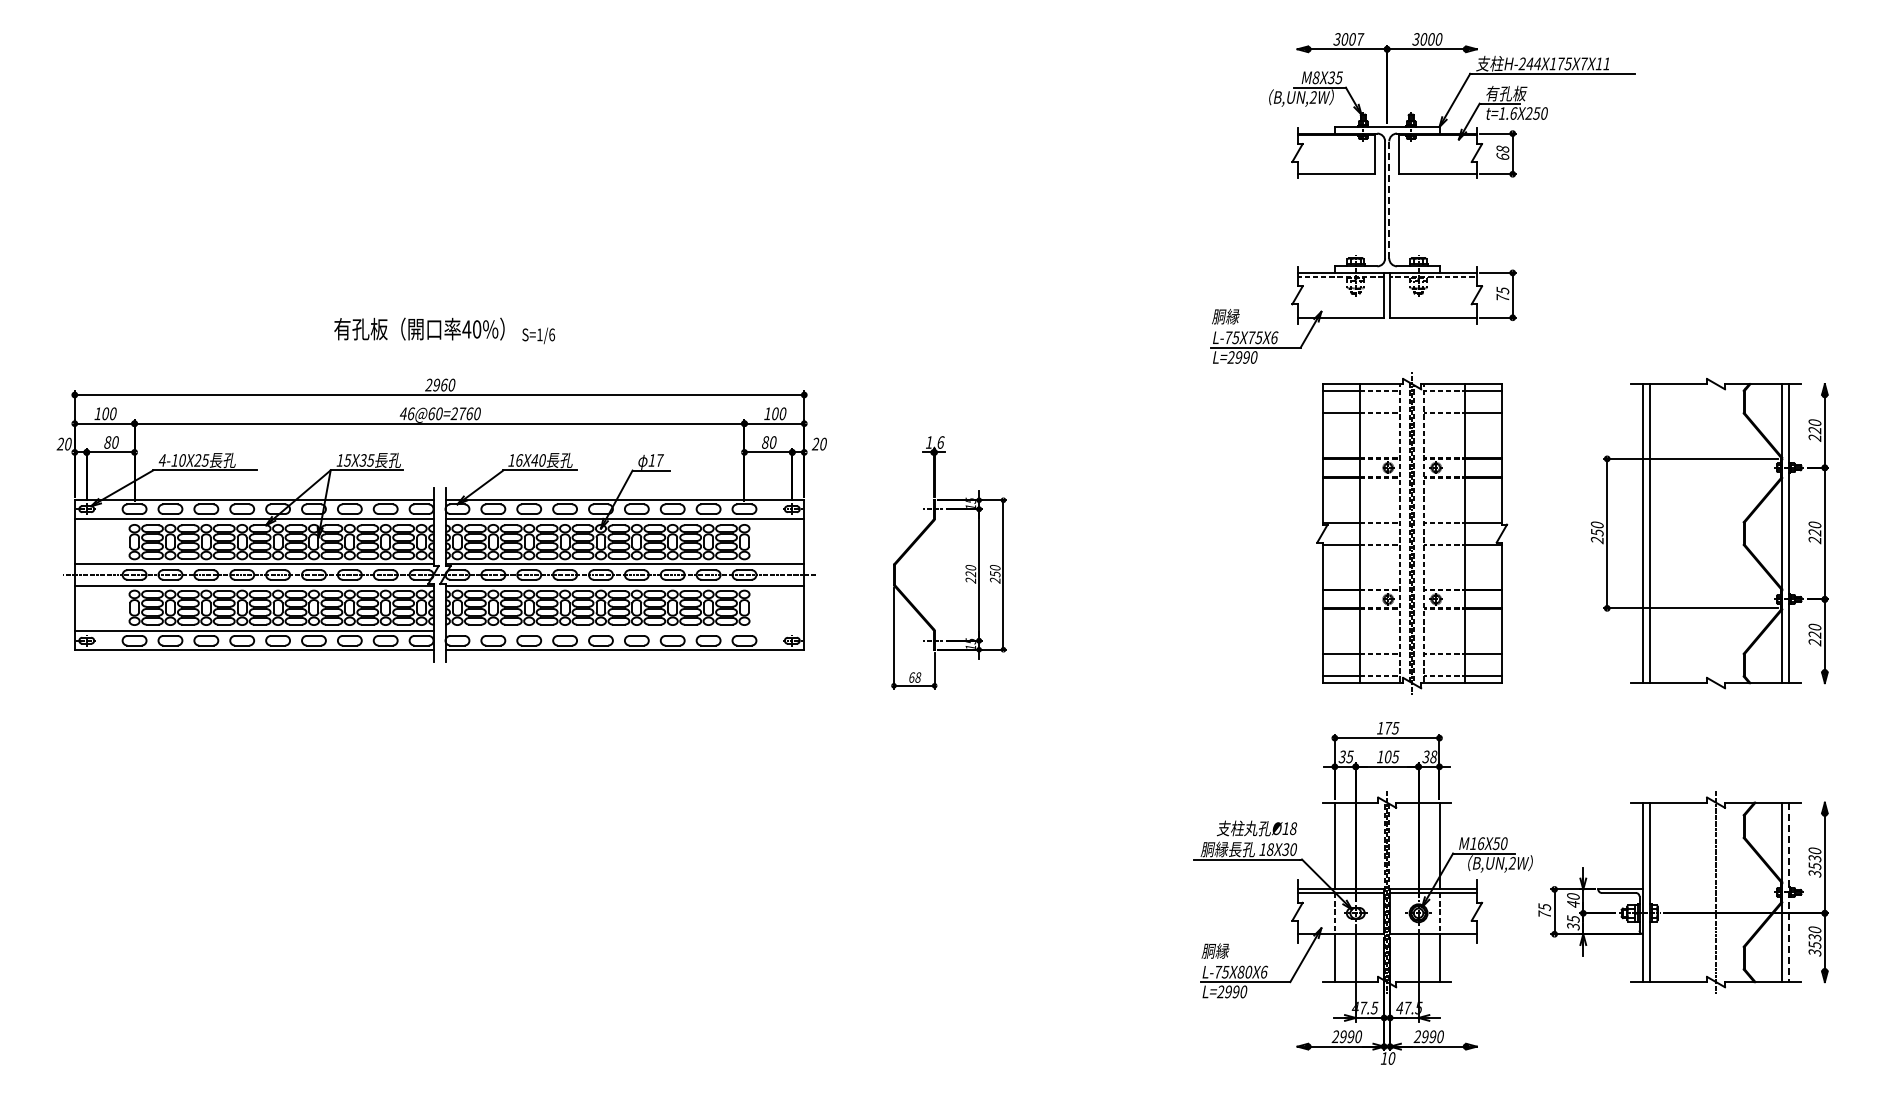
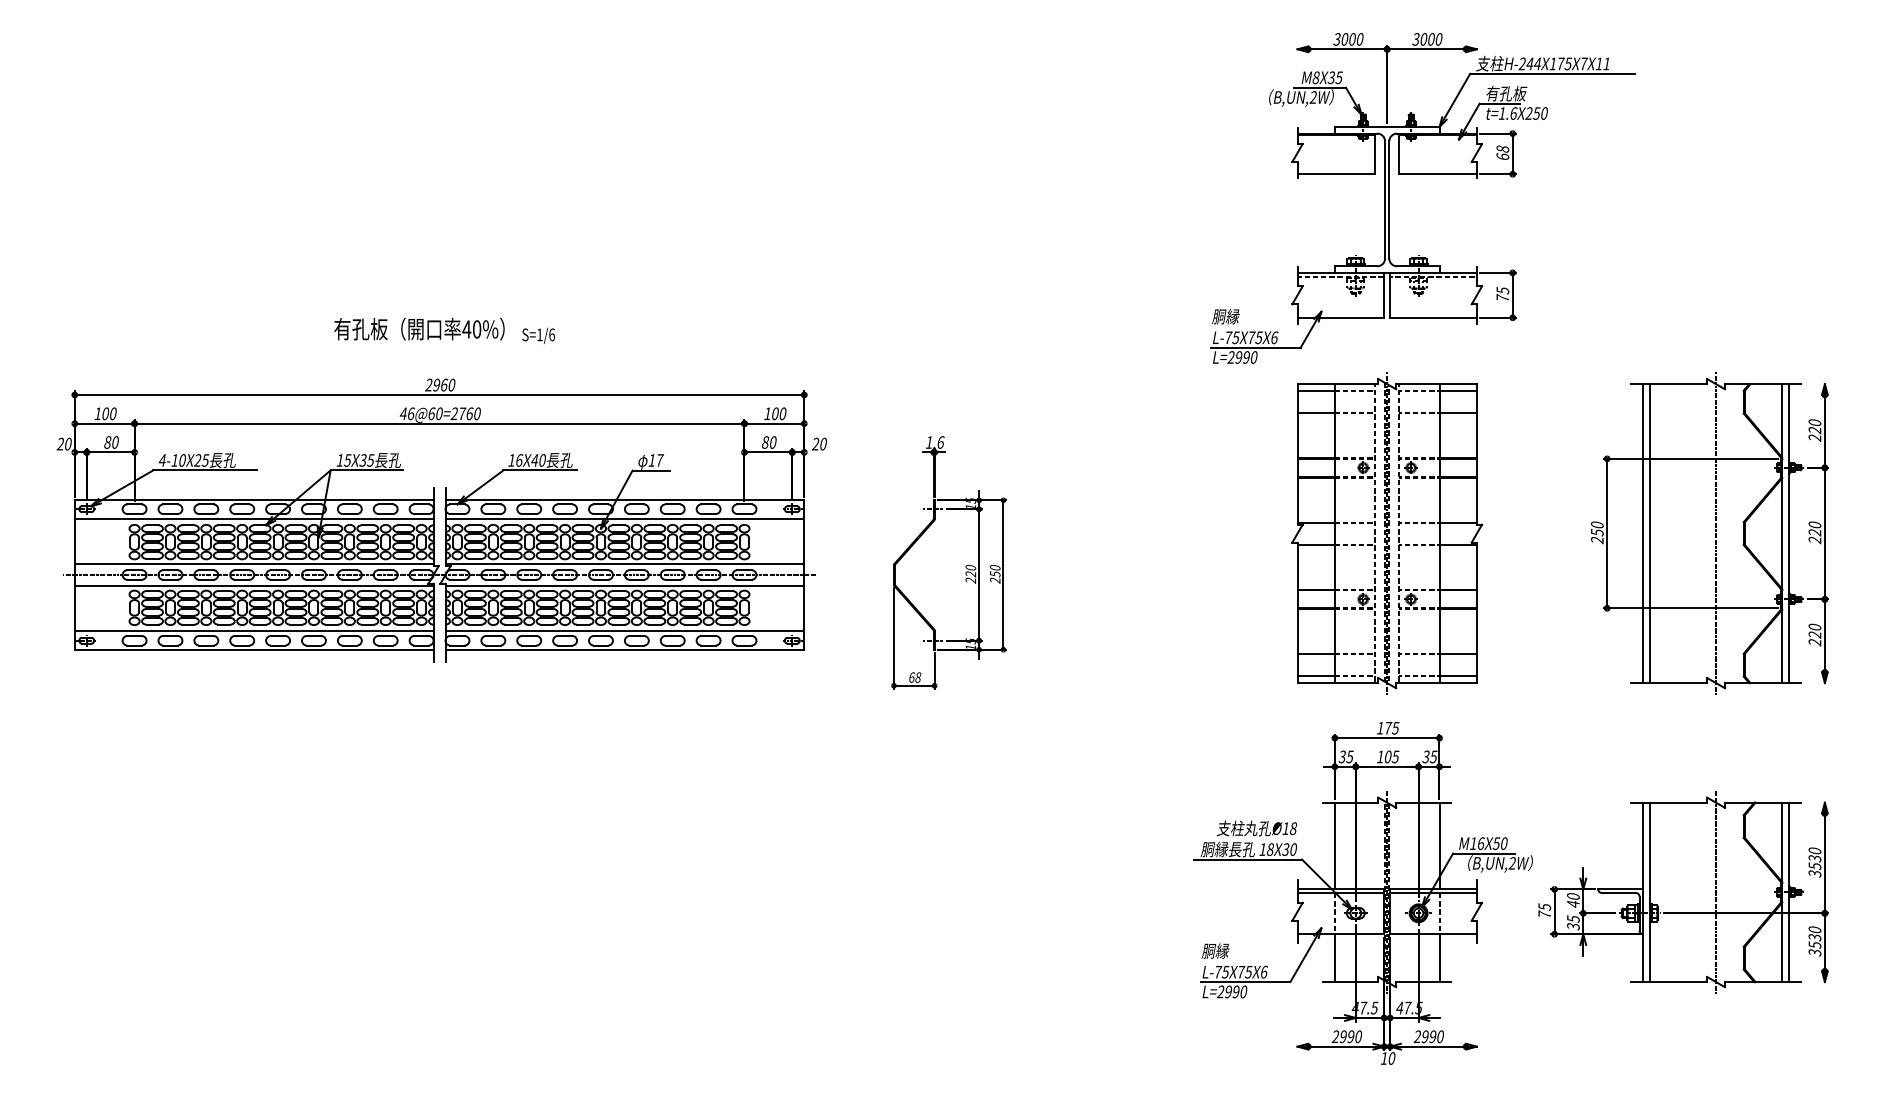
text at (1360, 39): 3007 -> 3000
line at (1389, 199): dashed -> solid
part at (1412, 533) position: (1412, 533) -> (1387, 533)
line at (1716, 533): none -> present
line at (624, 630): none -> present
text at (1433, 756): 38 -> 35
line at (1789, 892): dashed -> solid
text at (1244, 971): L-75X80X6 -> L-75X75X6
